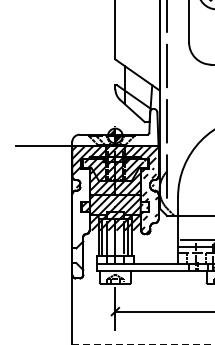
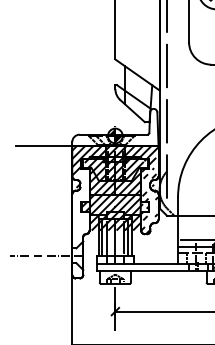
line at (46, 255): none -> present
line at (143, 344): dashed -> solid
